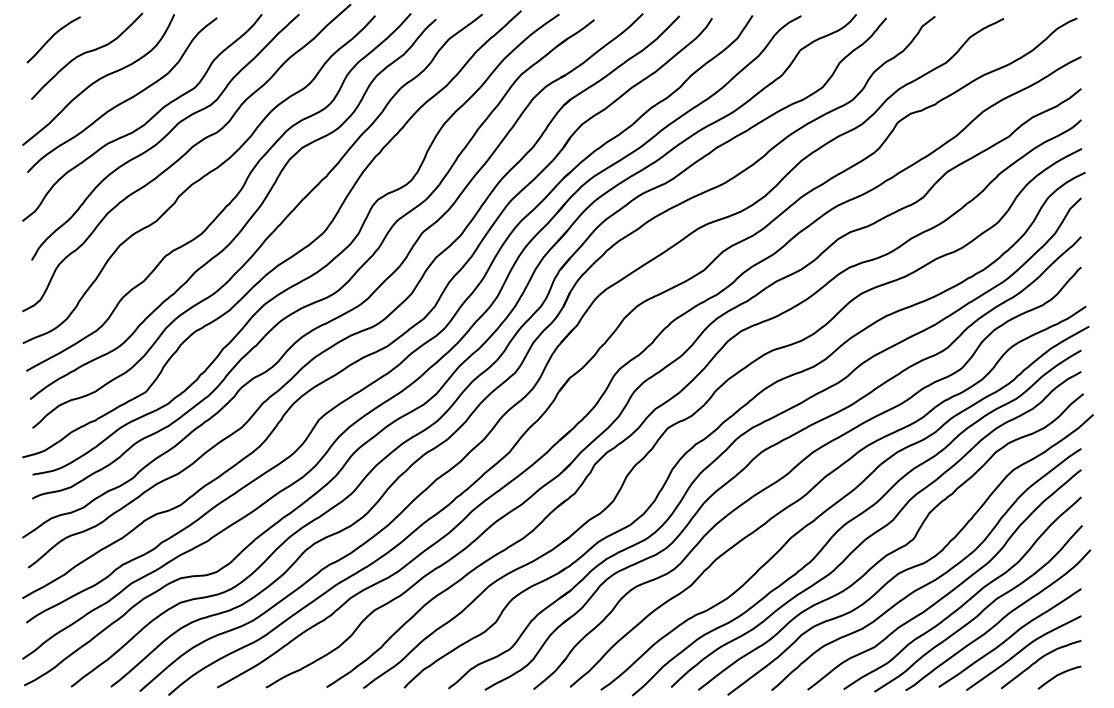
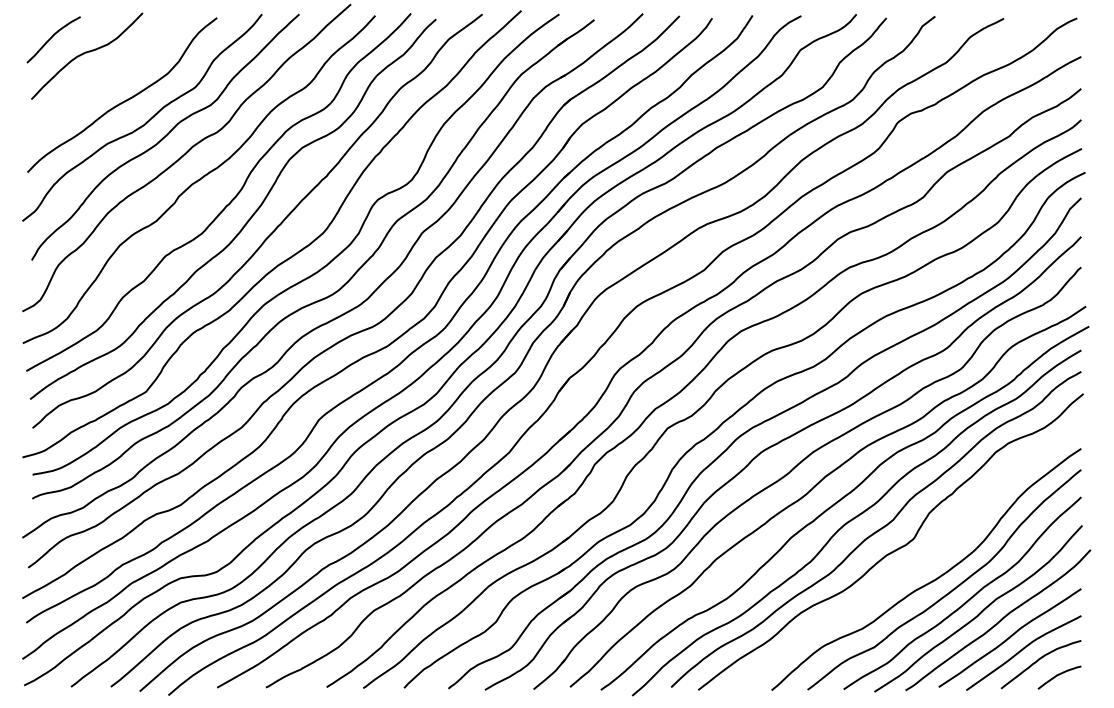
curve at (98, 79): present -> none
curve at (914, 565): present -> none
